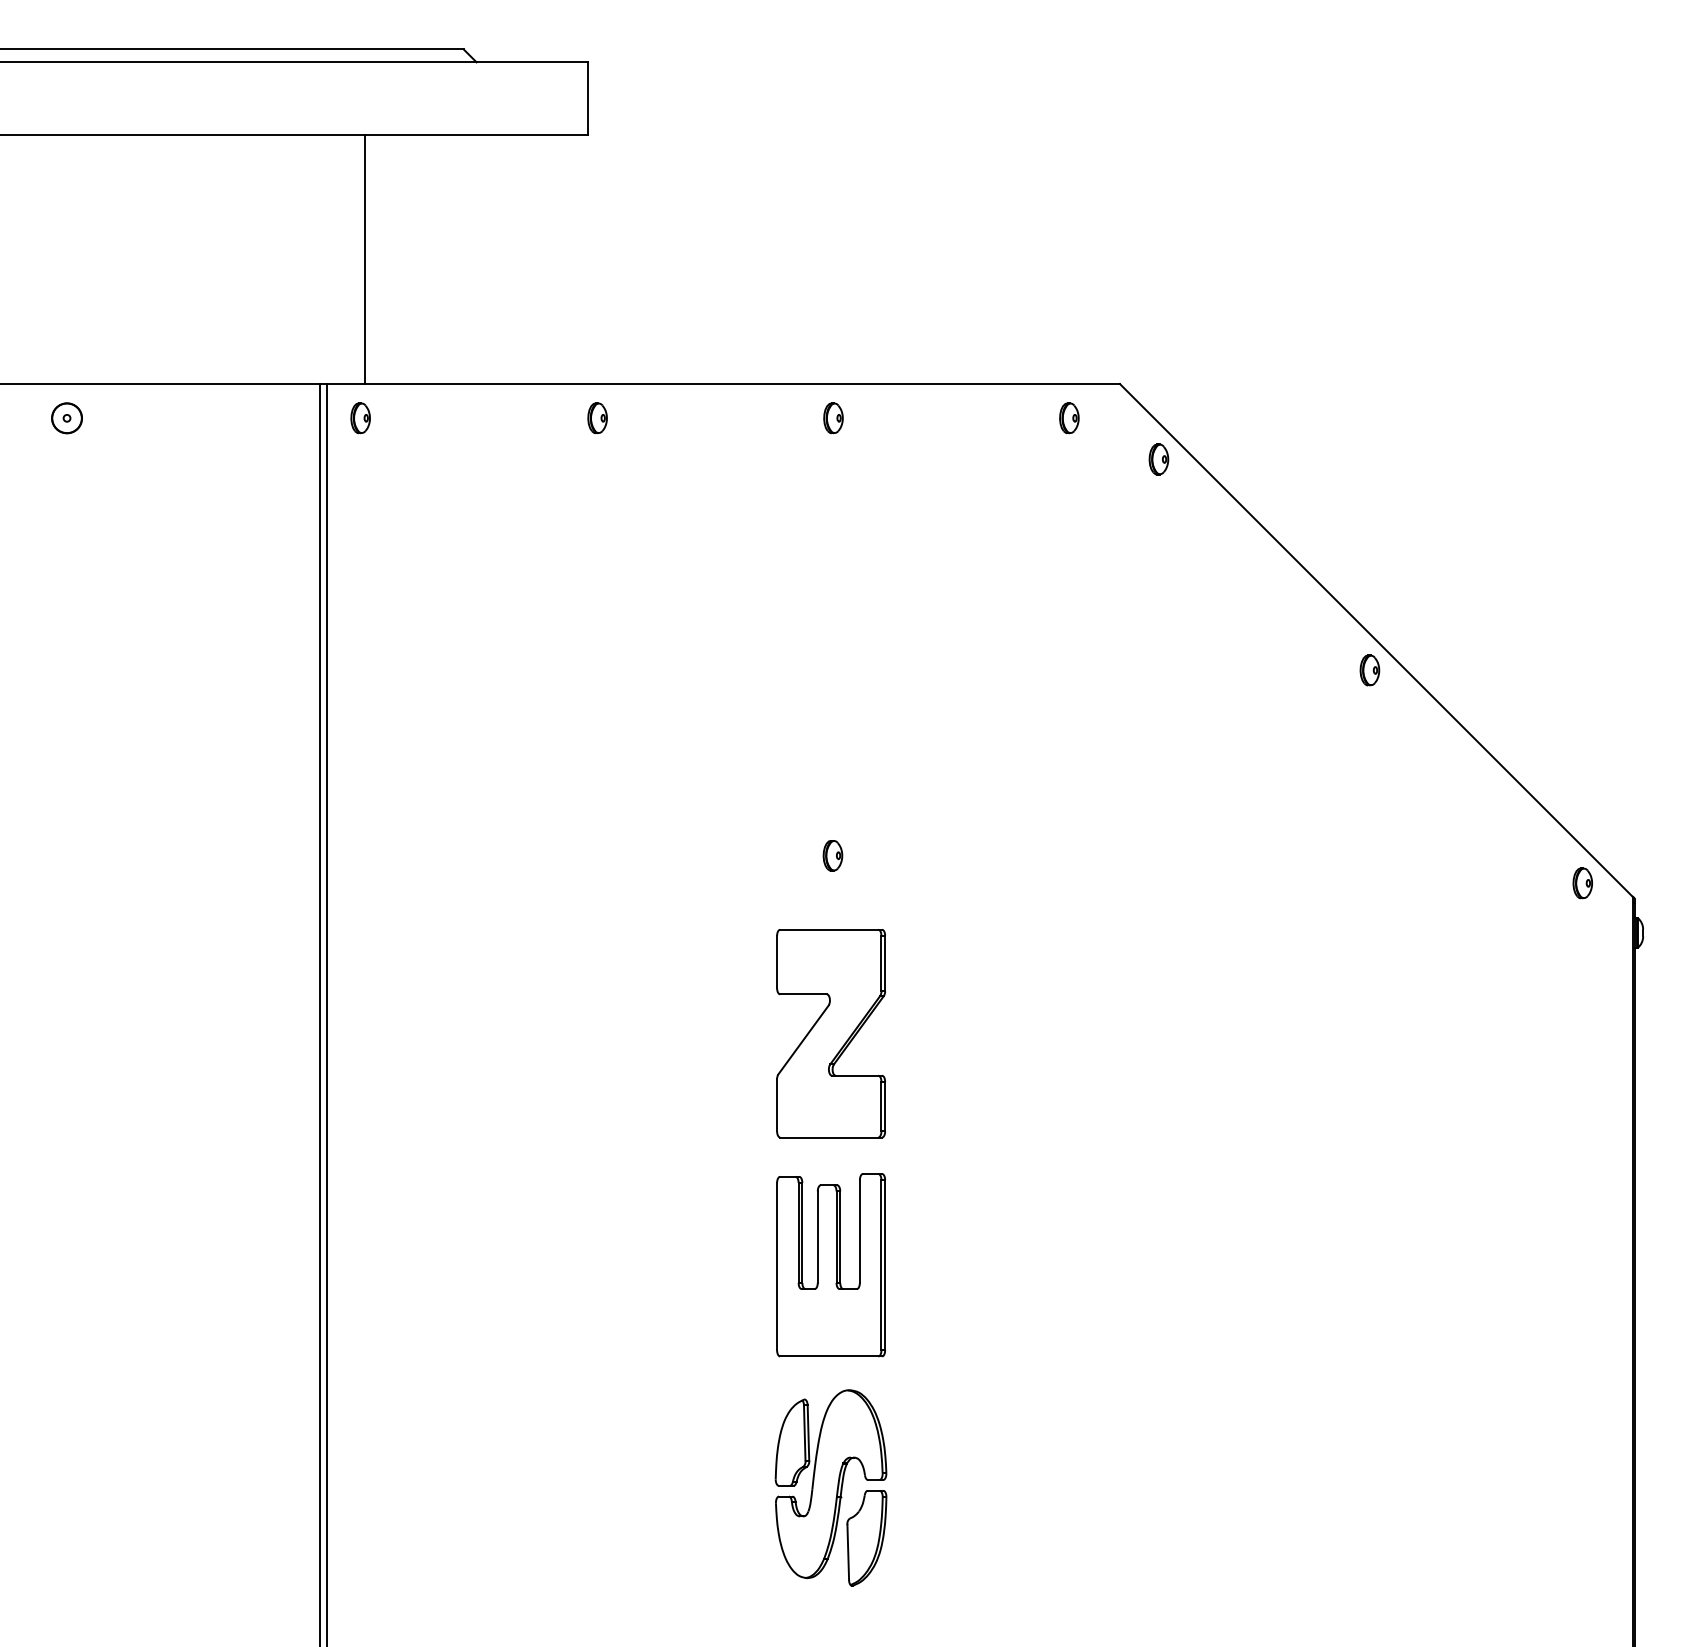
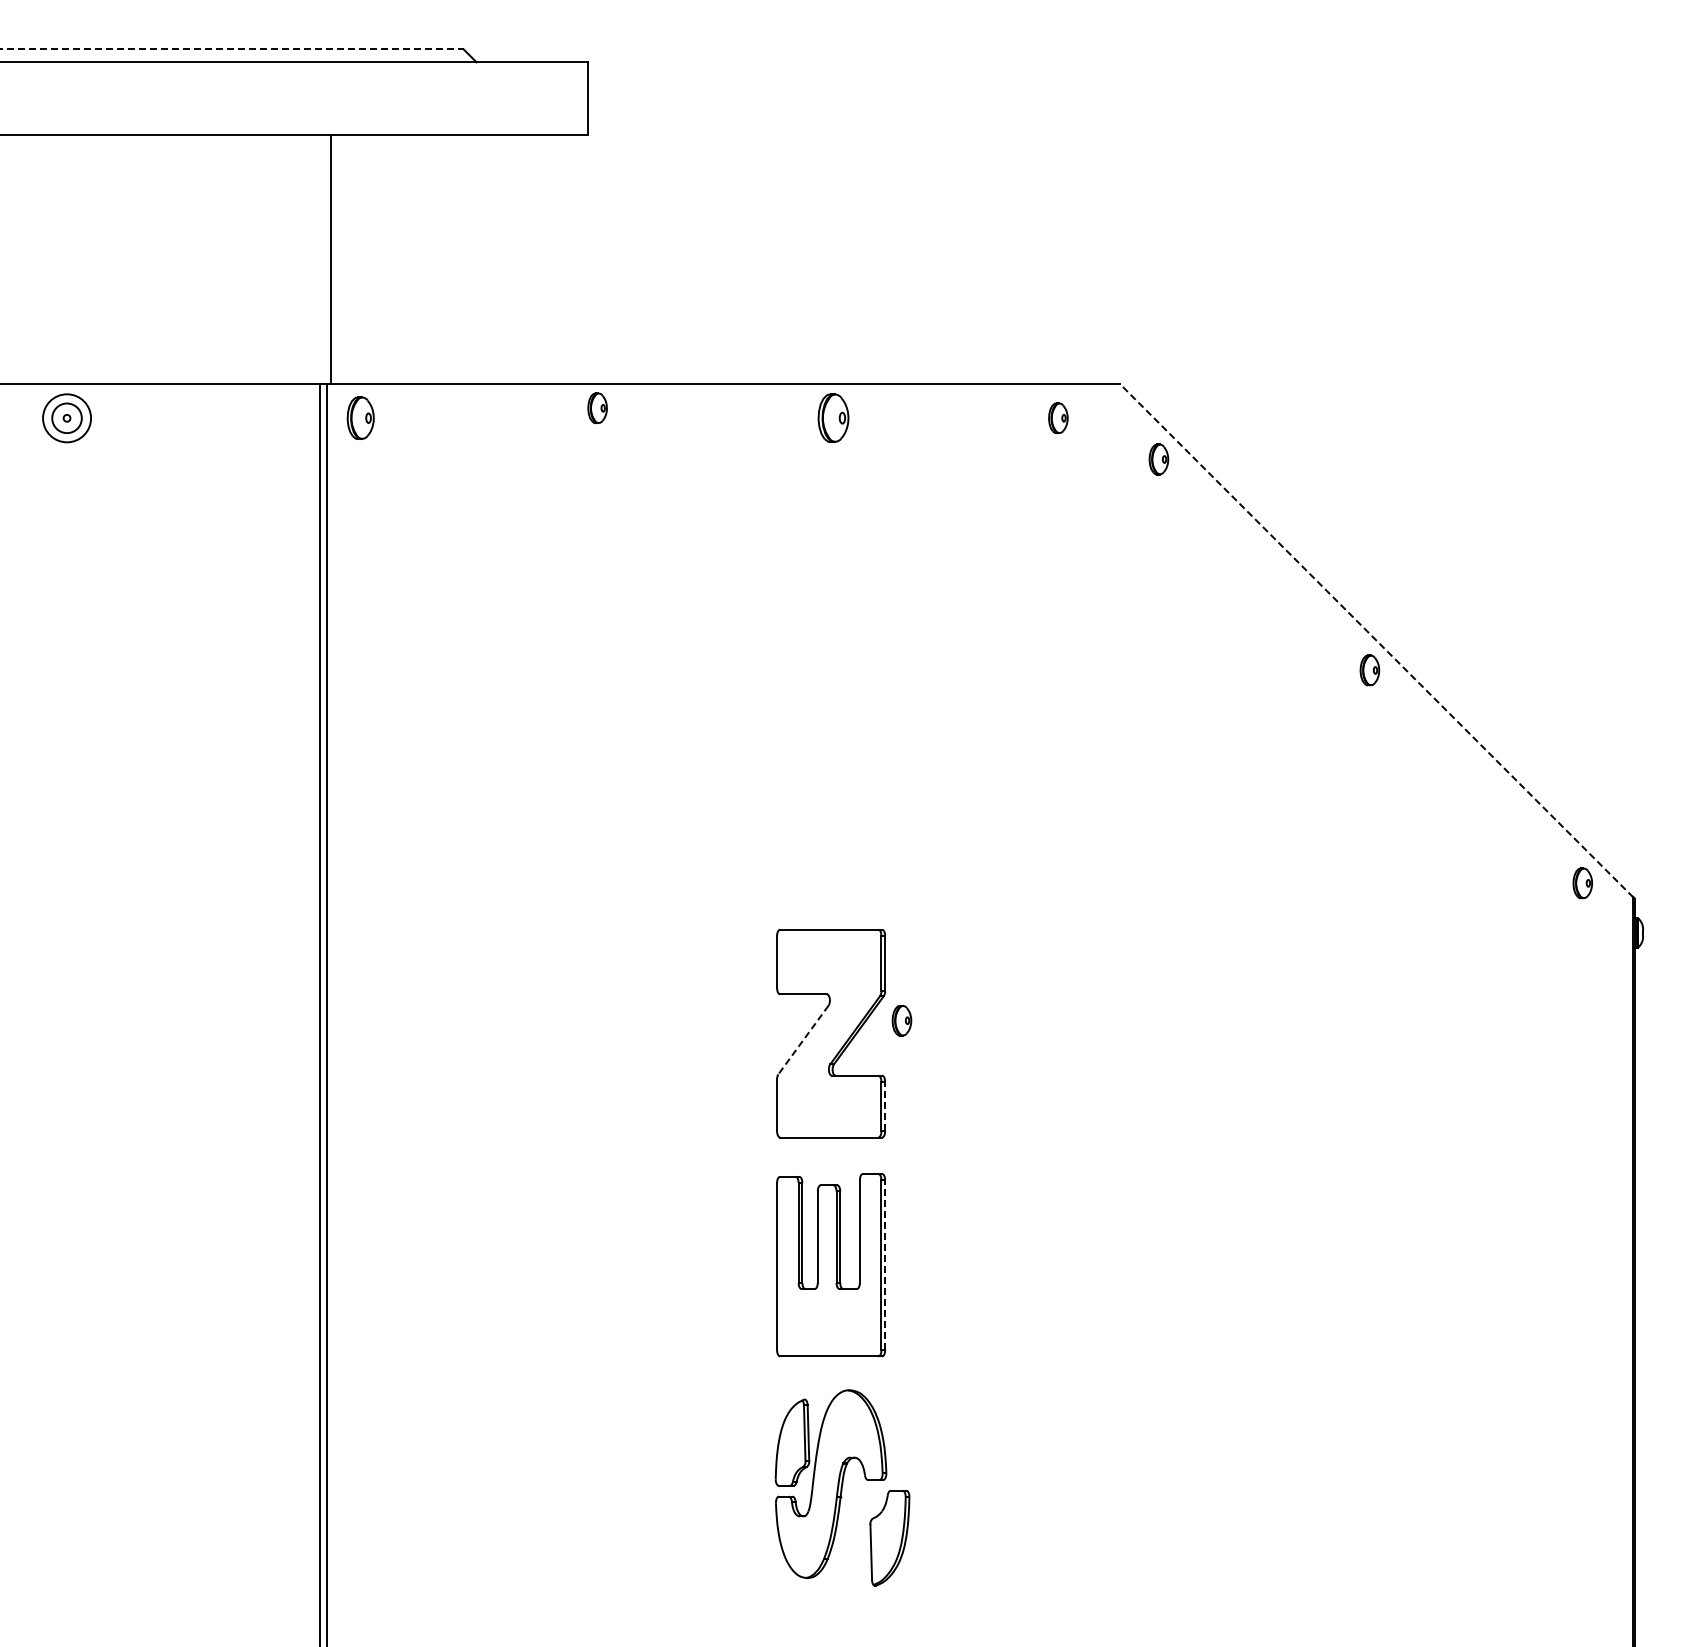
line at (232, 49): solid -> dashed
line at (365, 259) position: (365, 259) -> (331, 259)
circle at (67, 418) diameter: 30 px -> 48 px
part at (360, 418) size: 21x33 px -> 29x44 px
part at (597, 418) position: (597, 418) -> (597, 408)
part at (833, 418) size: 21x33 px -> 33x50 px
part at (1069, 418) position: (1069, 418) -> (1058, 418)
line at (1376, 640): solid -> dashed
part at (832, 855) position: (832, 855) -> (901, 1020)
line at (803, 1039): solid -> dashed
line at (885, 1106): solid -> dashed
line at (885, 1264): solid -> dashed
part at (866, 1538) position: (866, 1538) -> (889, 1538)
